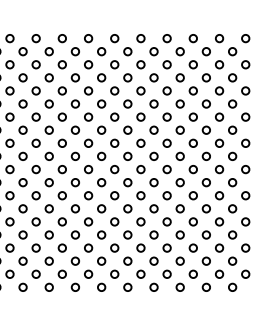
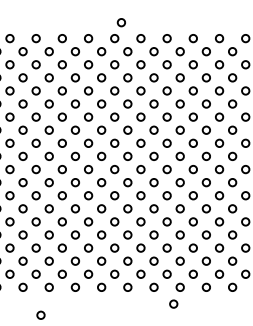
circle at (120, 22): none -> present
circle at (173, 303): none -> present
circle at (40, 314): none -> present
